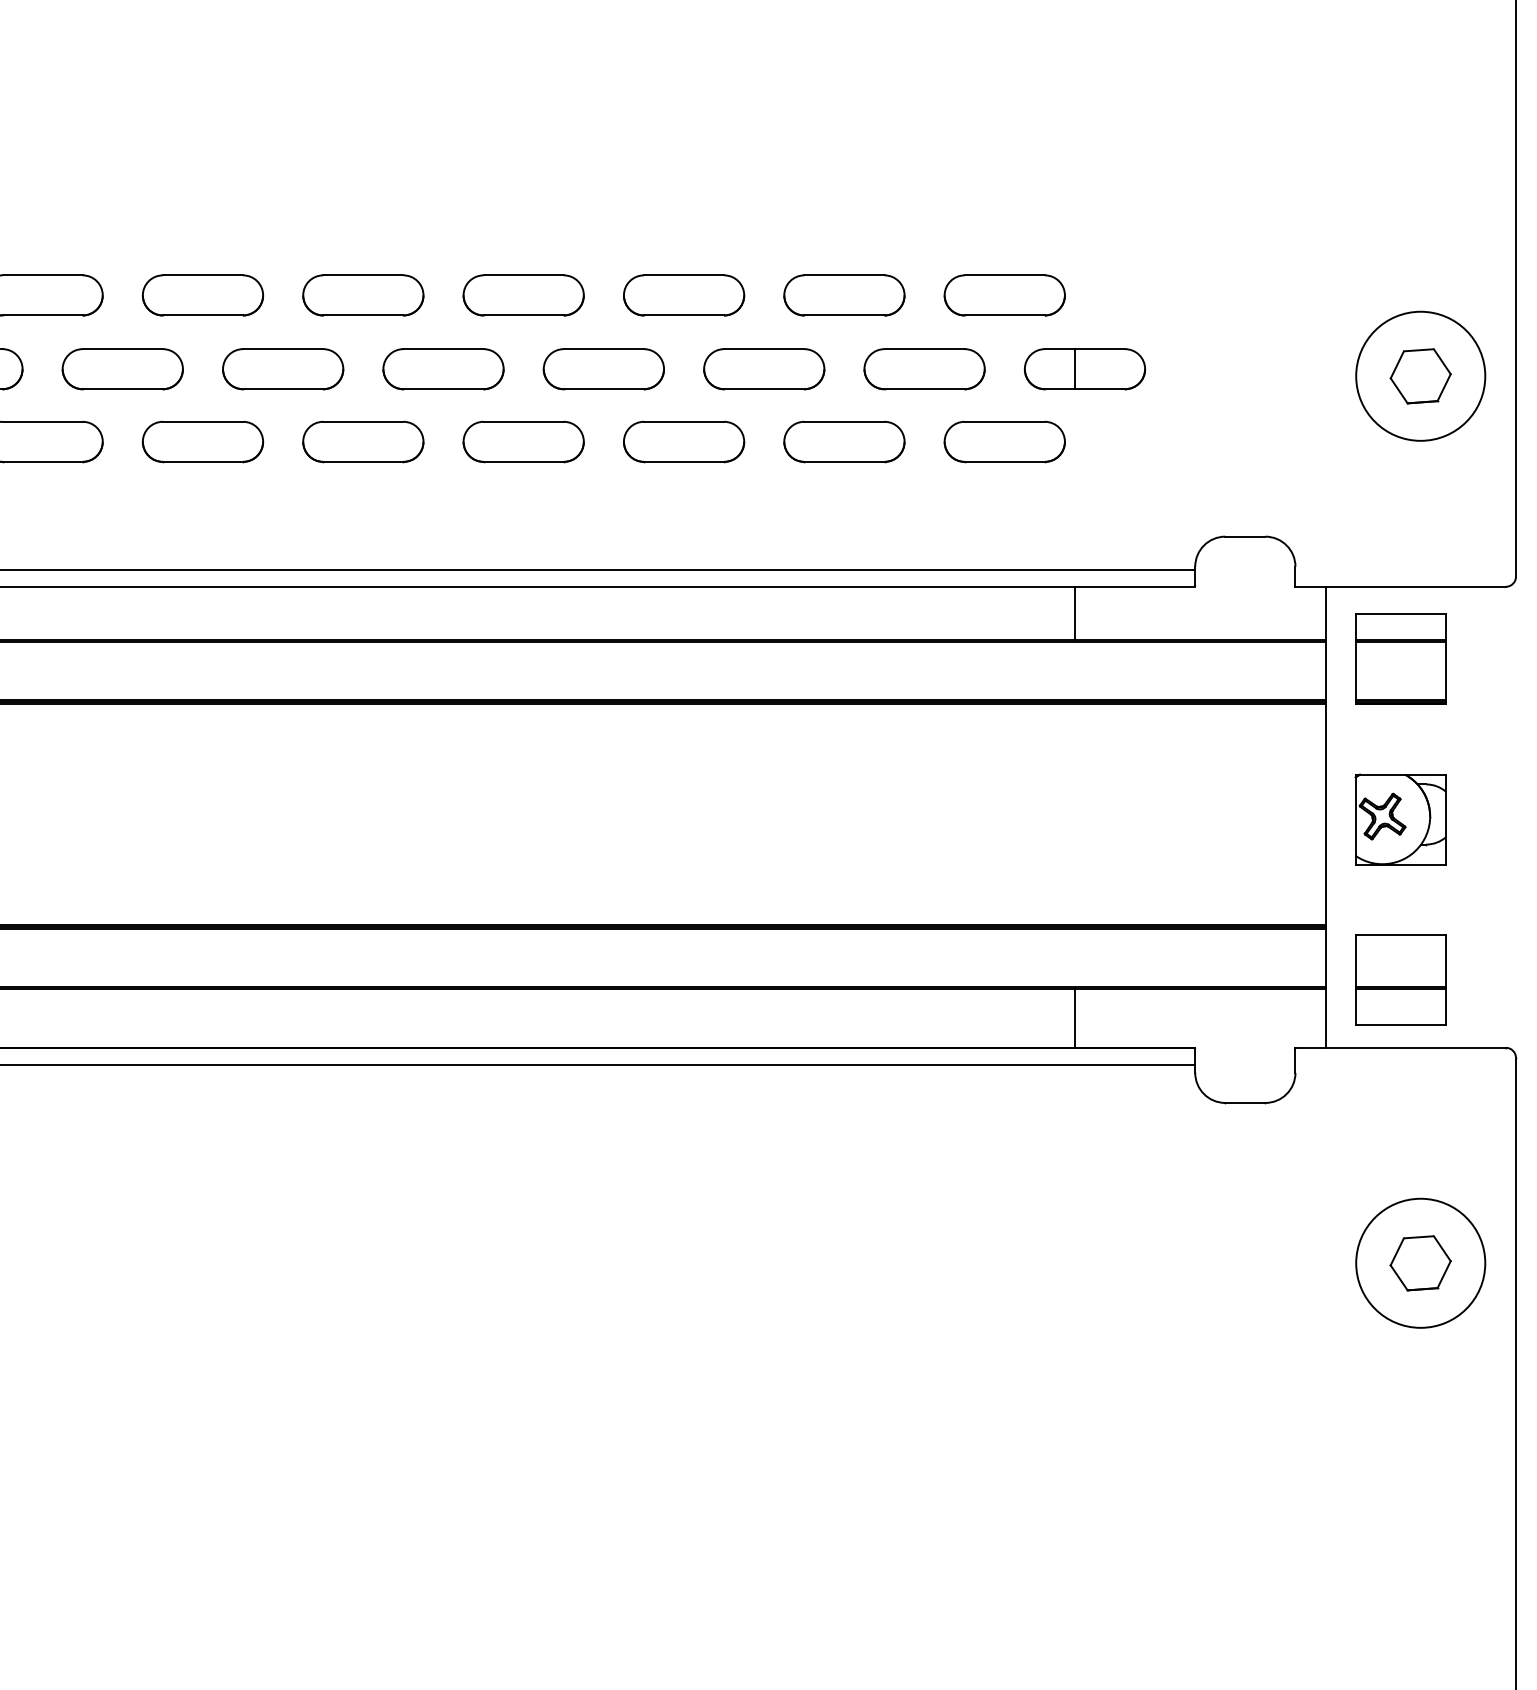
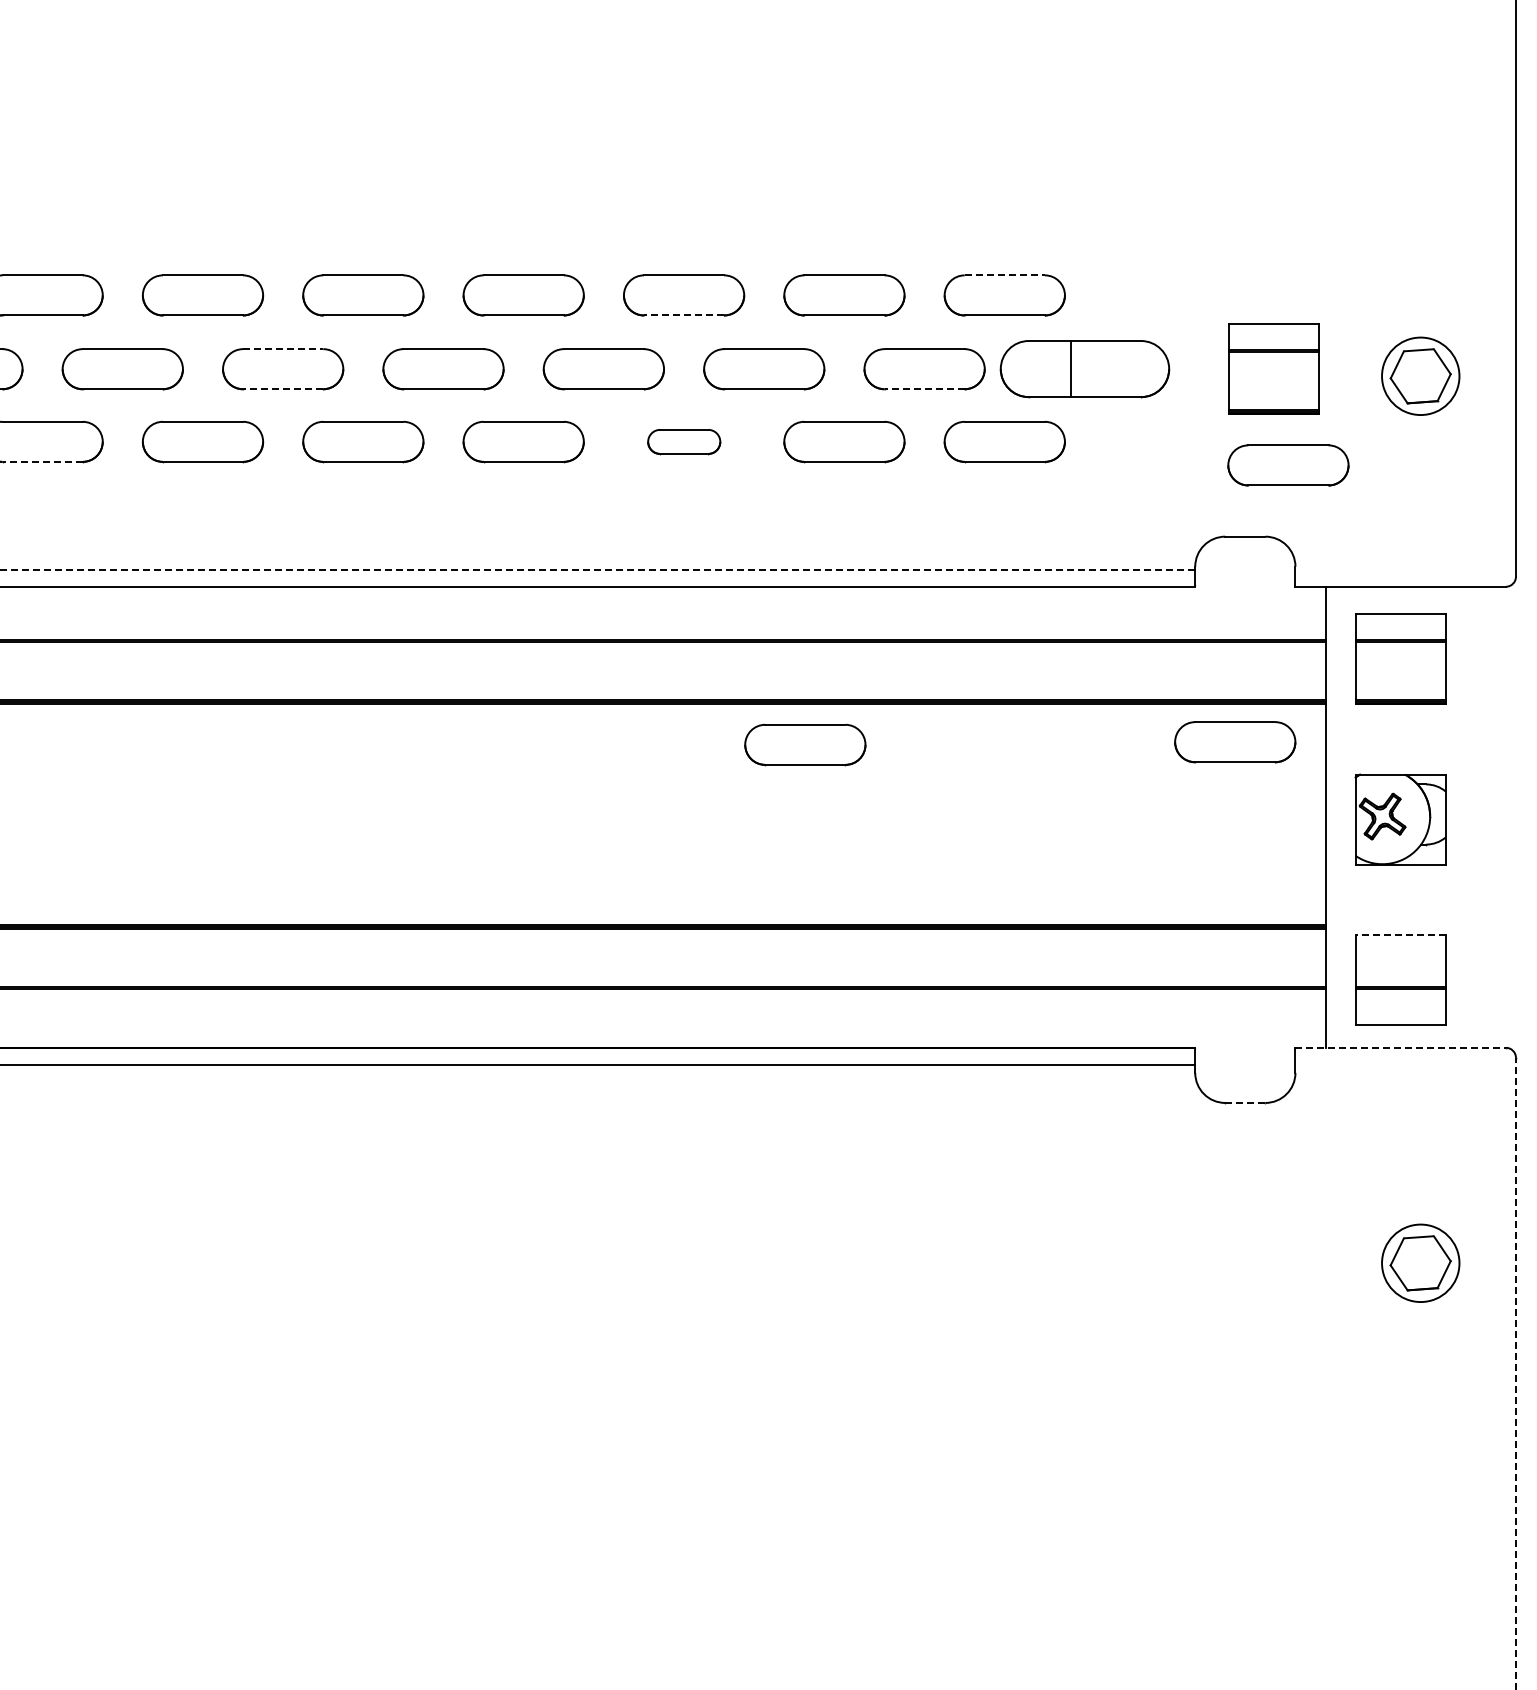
line at (1005, 275): solid -> dashed
line at (683, 315): solid -> dashed
line at (283, 349): solid -> dashed
part at (1273, 368): none -> present
part at (1084, 369) size: 124x43 px -> 172x59 px
circle at (1420, 375) diameter: 129 px -> 77 px
line at (282, 389): solid -> dashed
line at (924, 389): solid -> dashed
part at (684, 441) size: 123x44 px -> 75x27 px
line at (42, 461): solid -> dashed
part at (1288, 465): none -> present
line at (597, 569): solid -> dashed
line at (1074, 612): present -> none
part at (1235, 742): none -> present
part at (805, 744): none -> present
line at (1400, 934): solid -> dashed
line at (1074, 1018): present -> none
line at (1401, 1047): solid -> dashed
line at (1245, 1102): solid -> dashed
circle at (1420, 1262) diameter: 129 px -> 77 px
line at (1515, 1373): solid -> dashed
